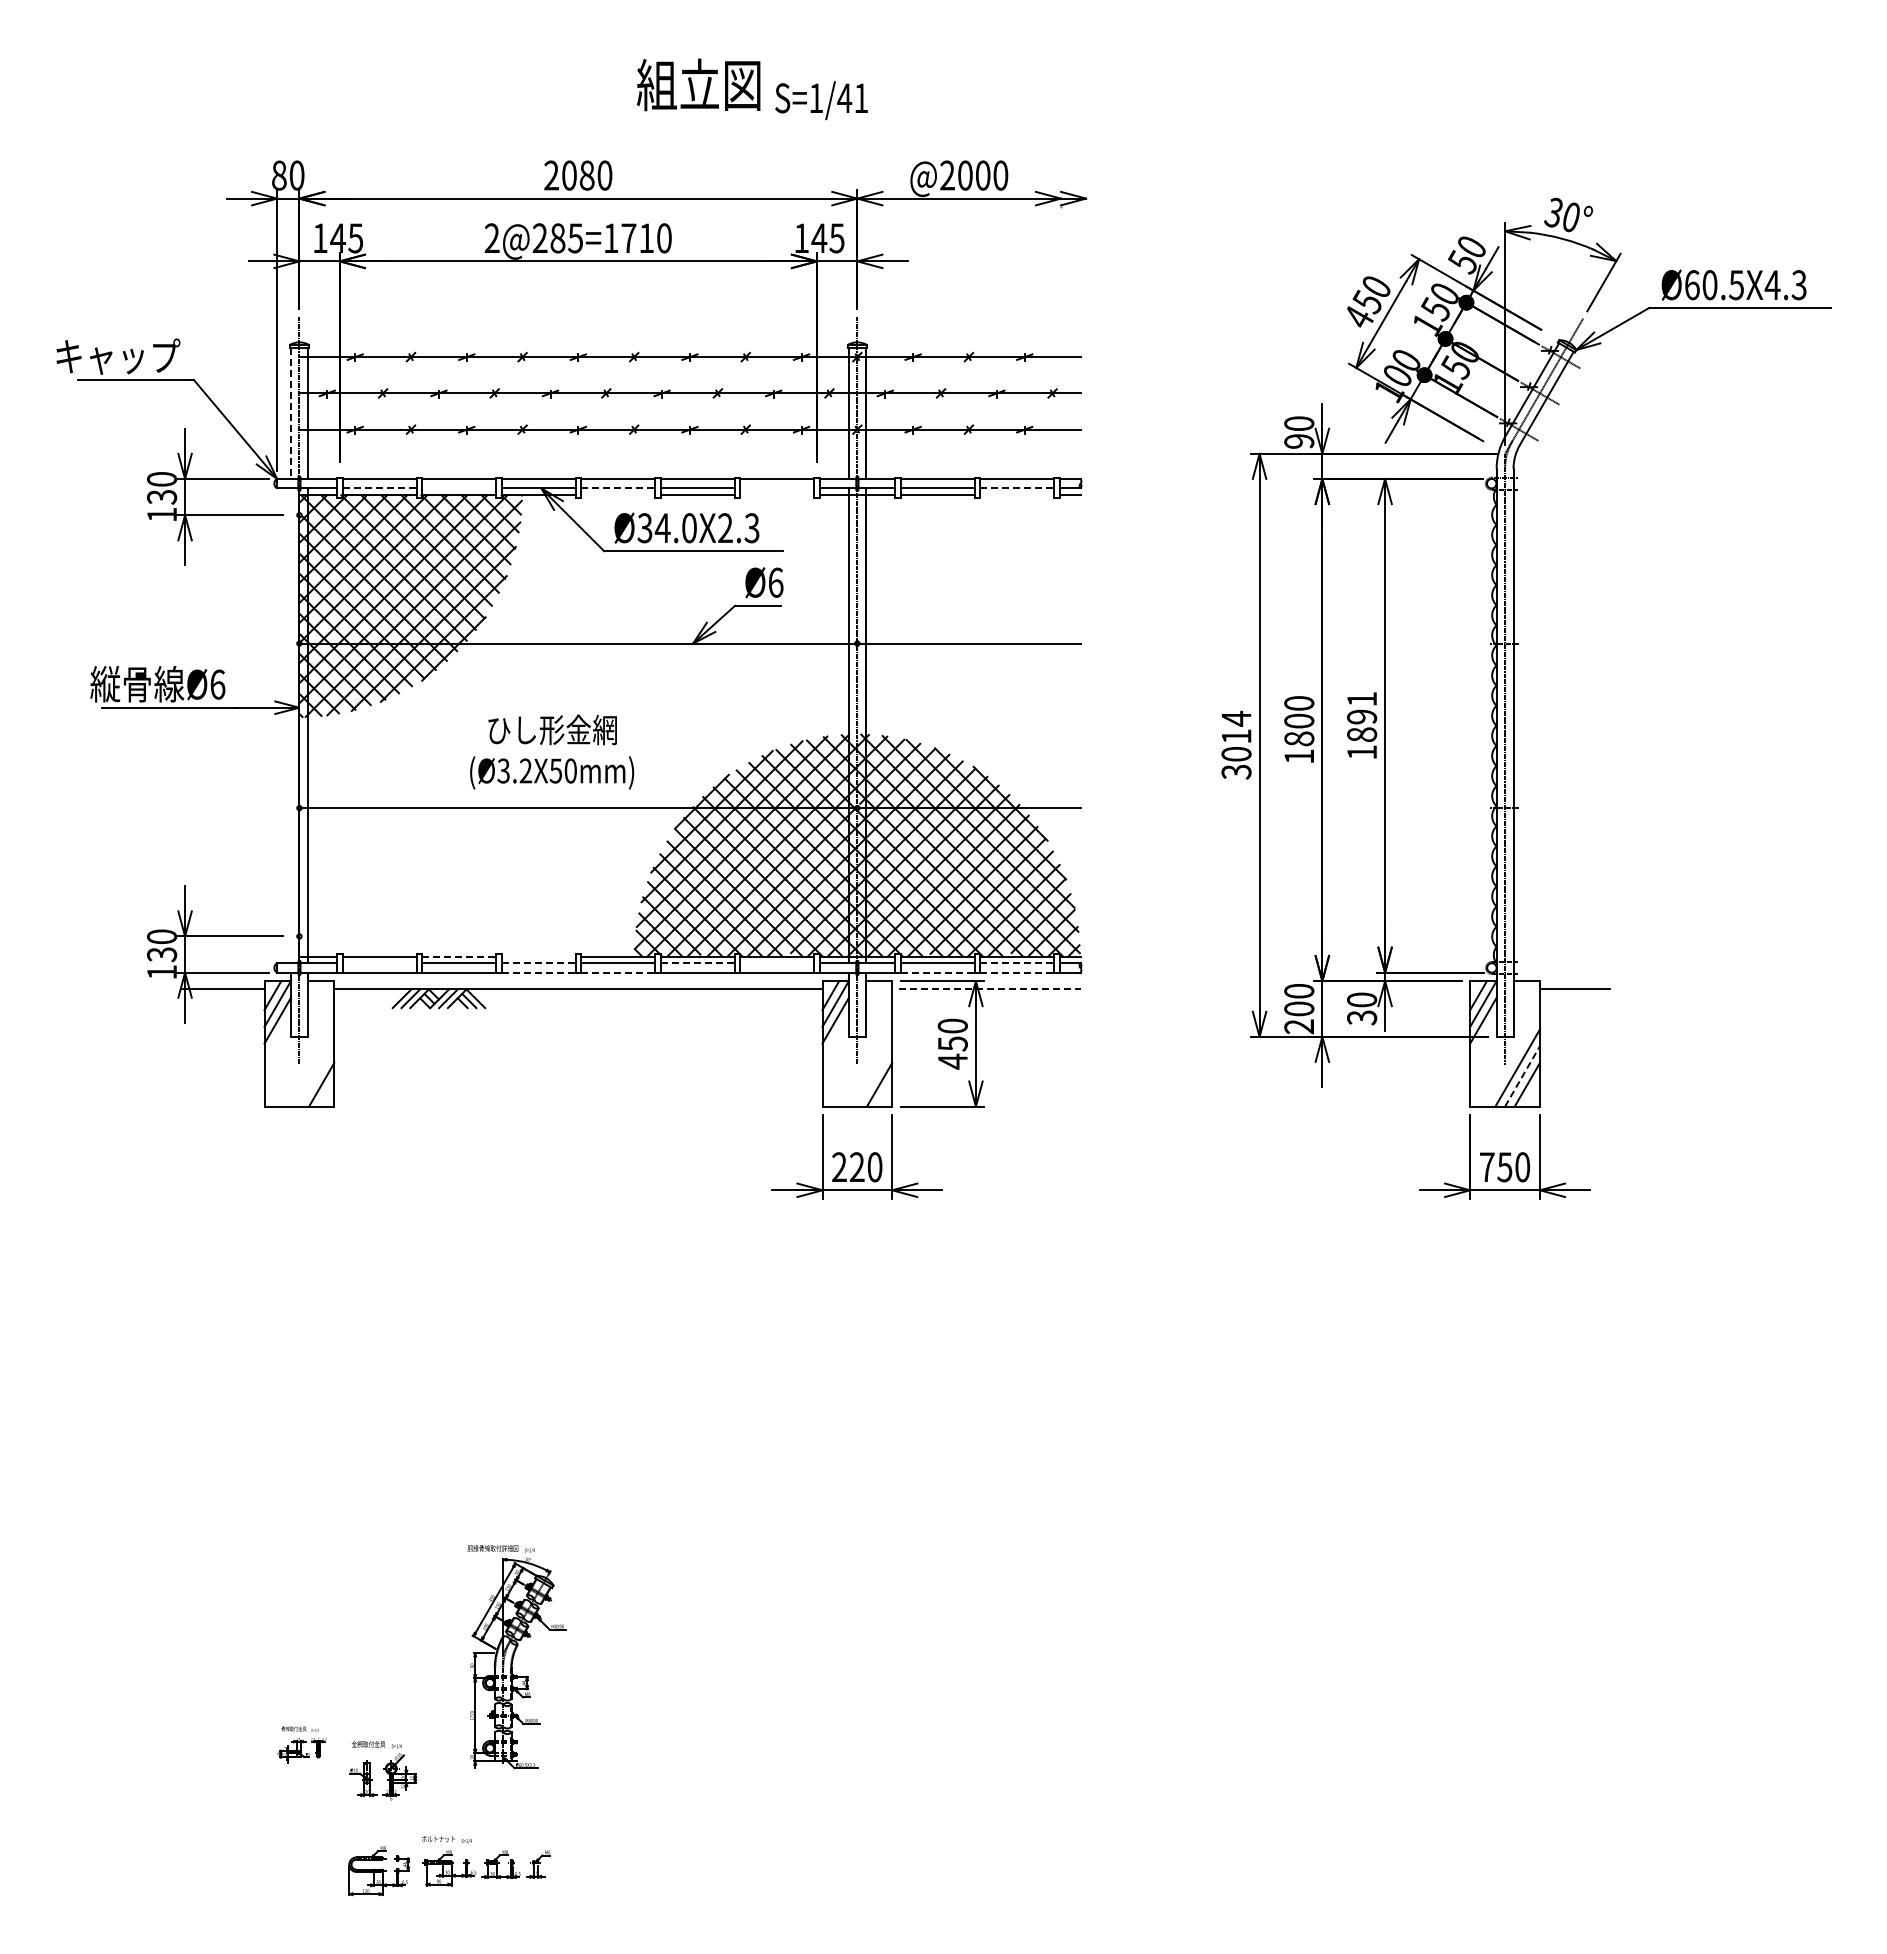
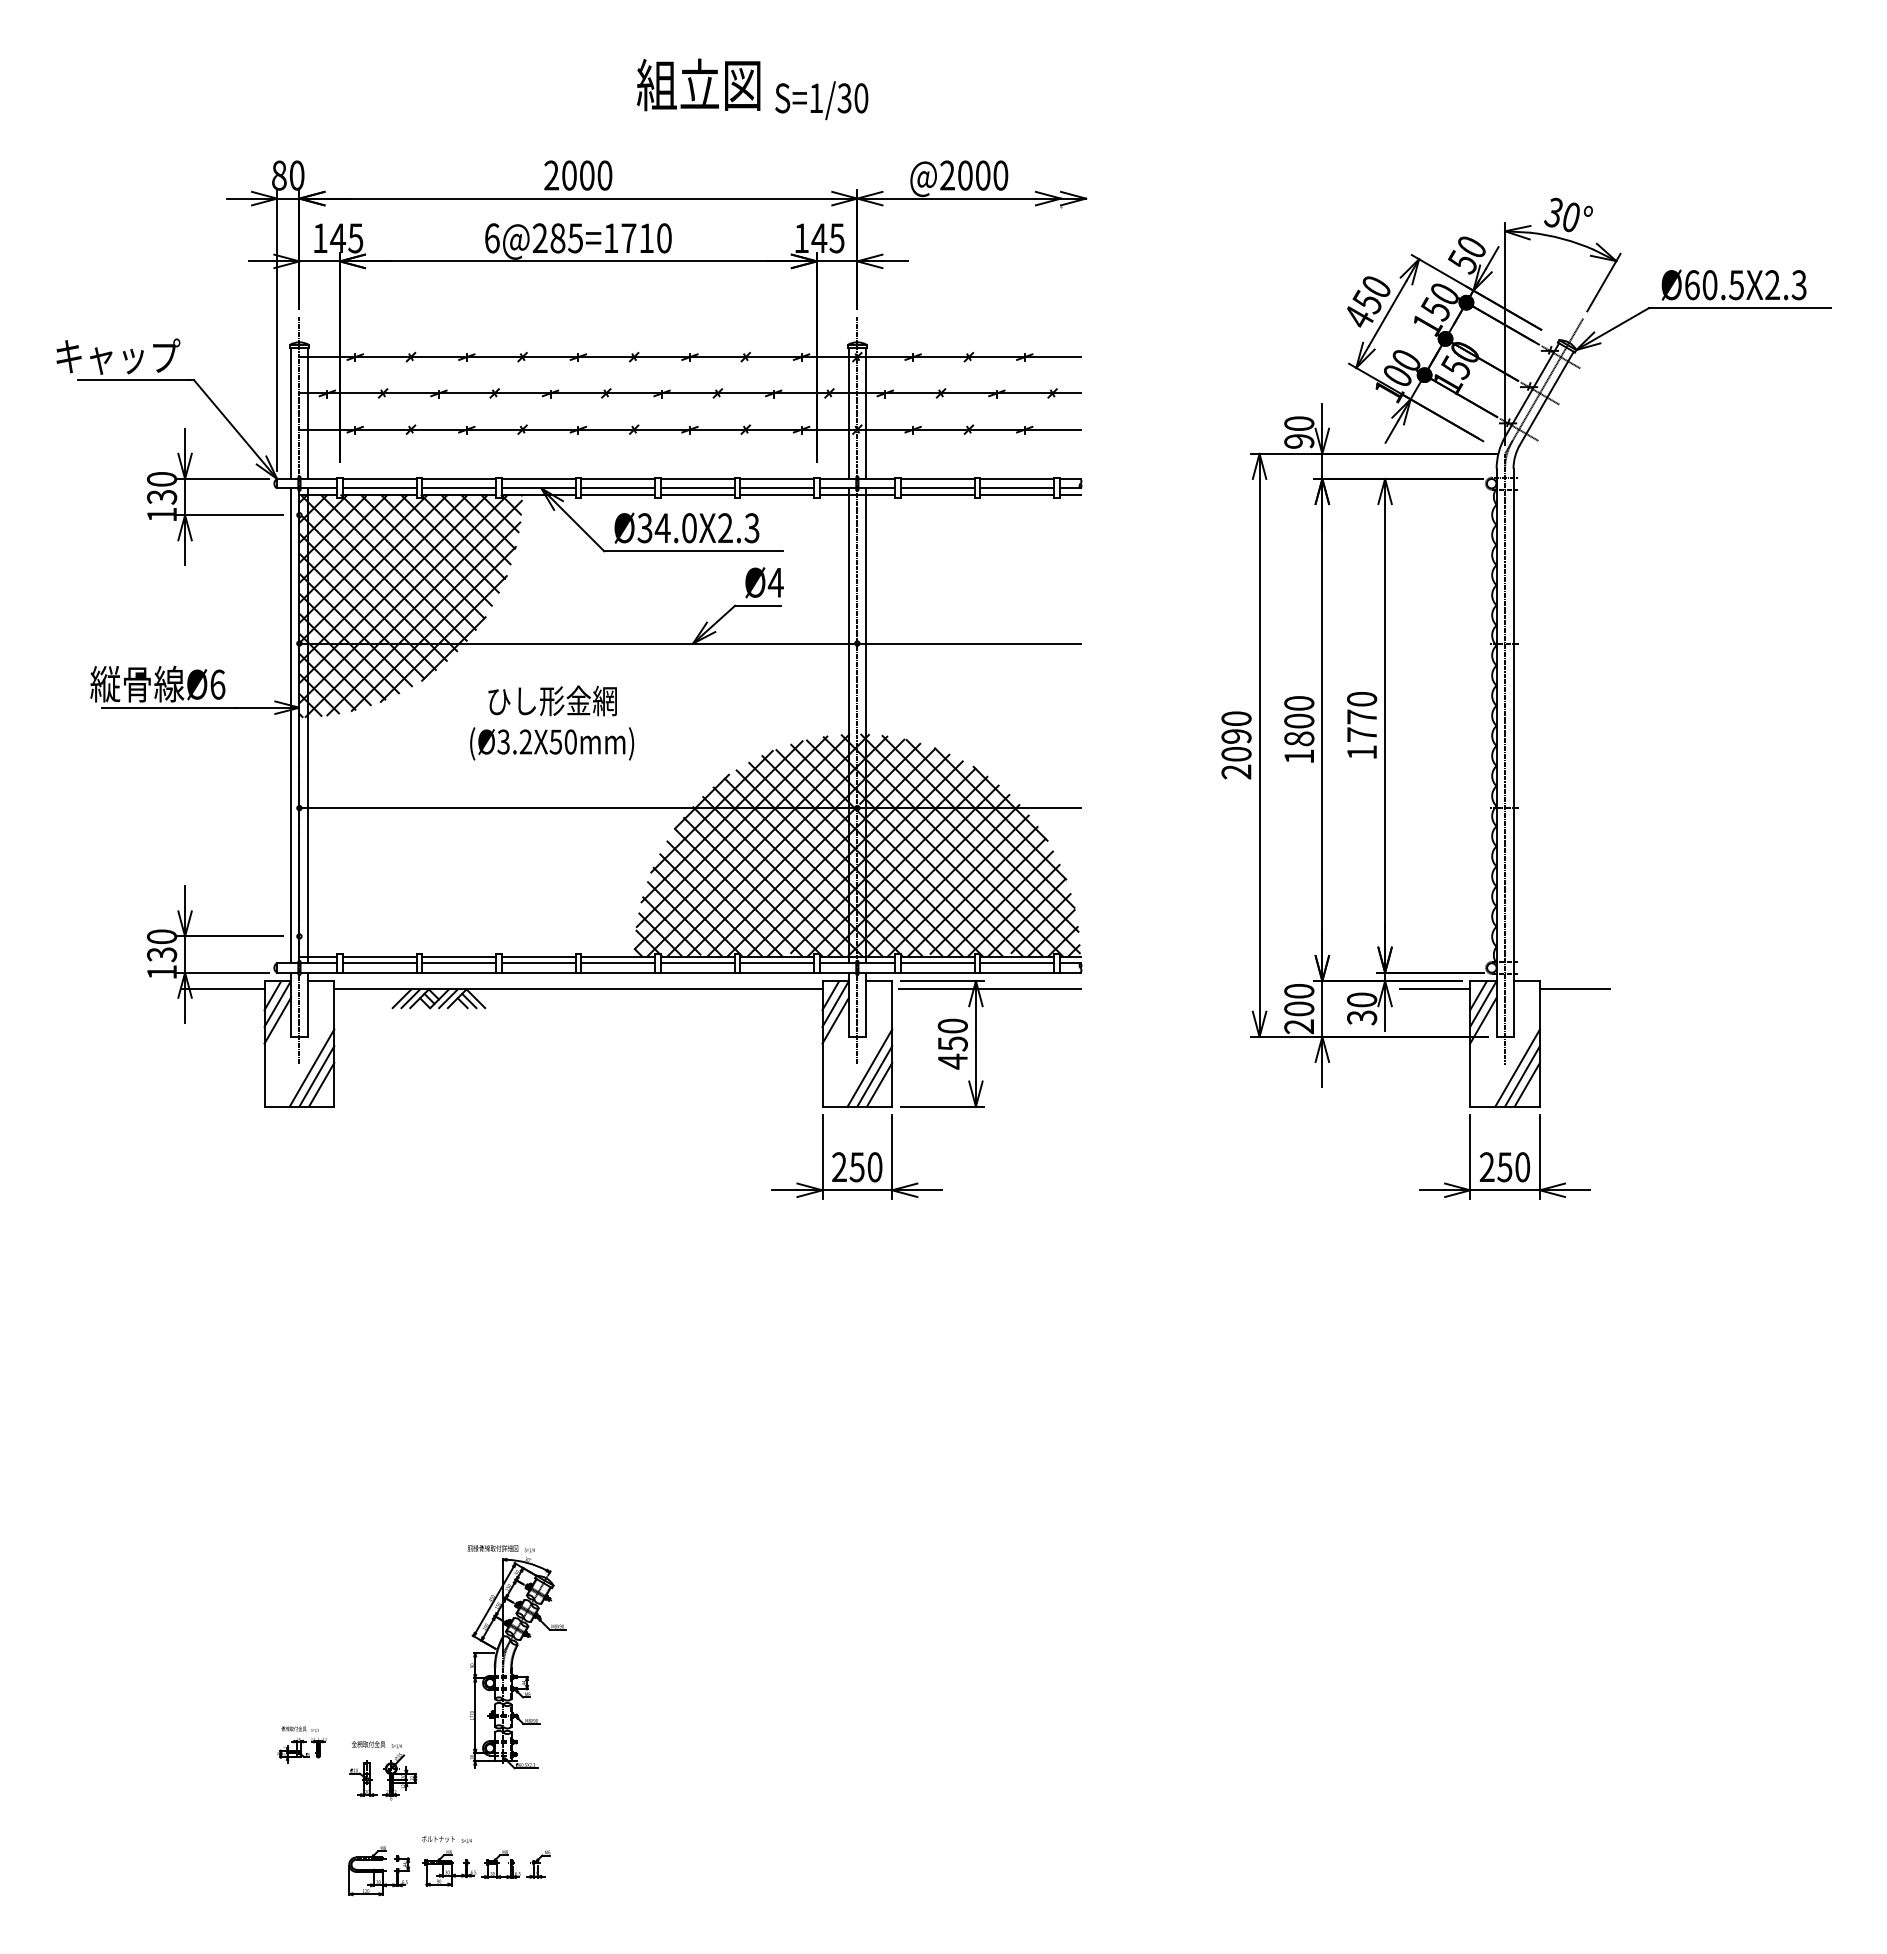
text at (852, 98): S=1/41 -> S=1/30
text at (587, 175): 2080 -> 2000
text at (491, 238): 2@285=1710 -> 6@285=1710
text at (1772, 284): Ø60.5X4.3 -> Ø60.5X2.3
line at (291, 413): dashed -> solid
line at (379, 488): dashed -> solid
line at (459, 488): none -> present
line at (618, 488): dashed -> solid
line at (777, 488): none -> present
line at (1017, 488): dashed -> solid
line at (618, 494): none -> present
line at (777, 494): none -> present
line at (1017, 494): none -> present
text at (775, 582): Ø6 -> Ø4
text at (1362, 716): 1891 -> 1770
line at (291, 725): none -> present
text at (1236, 744): 3014 -> 2090
text at (552, 751) position: (552, 751) -> (552, 722)
line at (459, 957): dashed -> solid
line at (538, 957): none -> present
line at (379, 963): none -> present
line at (538, 963): dashed -> solid
line at (697, 963): dashed -> solid
line at (777, 963): none -> present
line at (1017, 963): dashed -> solid
line at (538, 972): dashed -> solid
line at (618, 972): dashed -> solid
line at (937, 972): dashed -> solid
line at (1017, 972): dashed -> solid
line at (989, 989): dashed -> solid
line at (1435, 989): none -> present
line at (311, 1067): none -> present
line at (869, 1067): none -> present
line at (316, 1076): none -> present
line at (874, 1076): none -> present
line at (1522, 1076): dashed -> solid
text at (1486, 1166): 750 -> 250
text at (856, 1167): 220 -> 250
